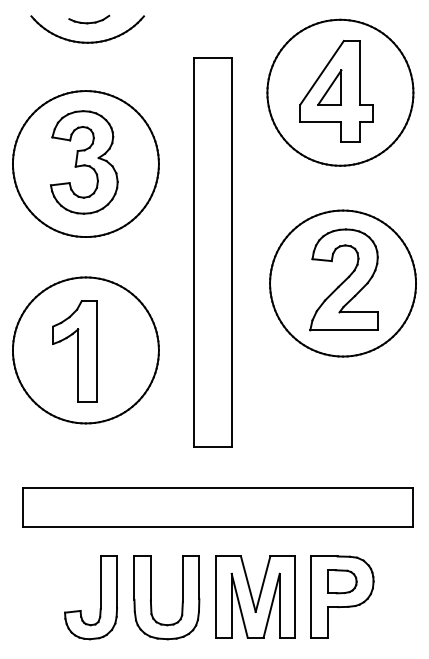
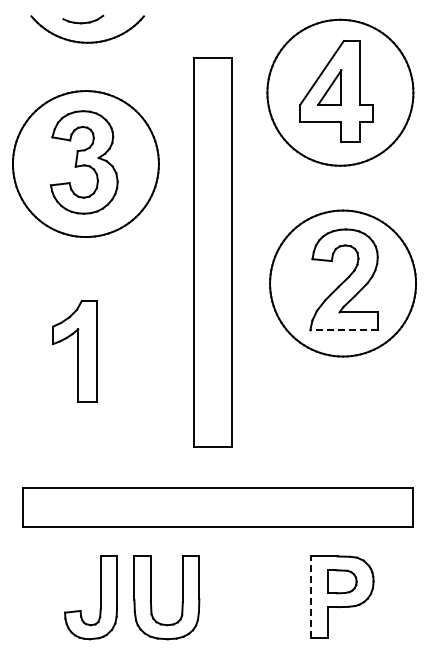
part at (89, 19) position: (89, 19) -> (83, 19)
line at (344, 330): solid -> dashed
part at (85, 350): present -> none
part at (255, 596): present -> none
line at (311, 597): solid -> dashed
